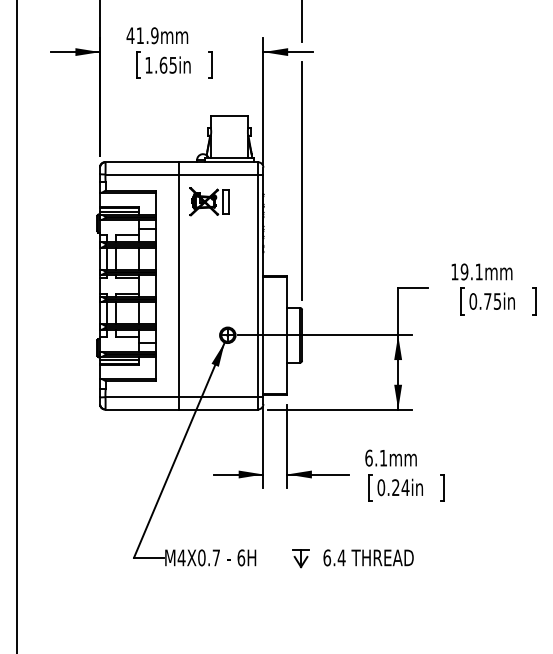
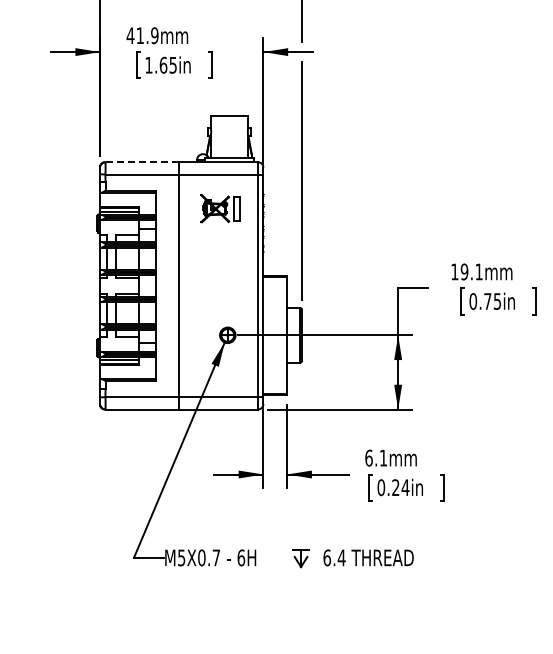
line at (142, 162): solid -> dashed
part at (209, 201) position: (209, 201) -> (220, 208)
line at (16, 326): present -> none
text at (181, 557): M4X0.7 -> M5X0.7
